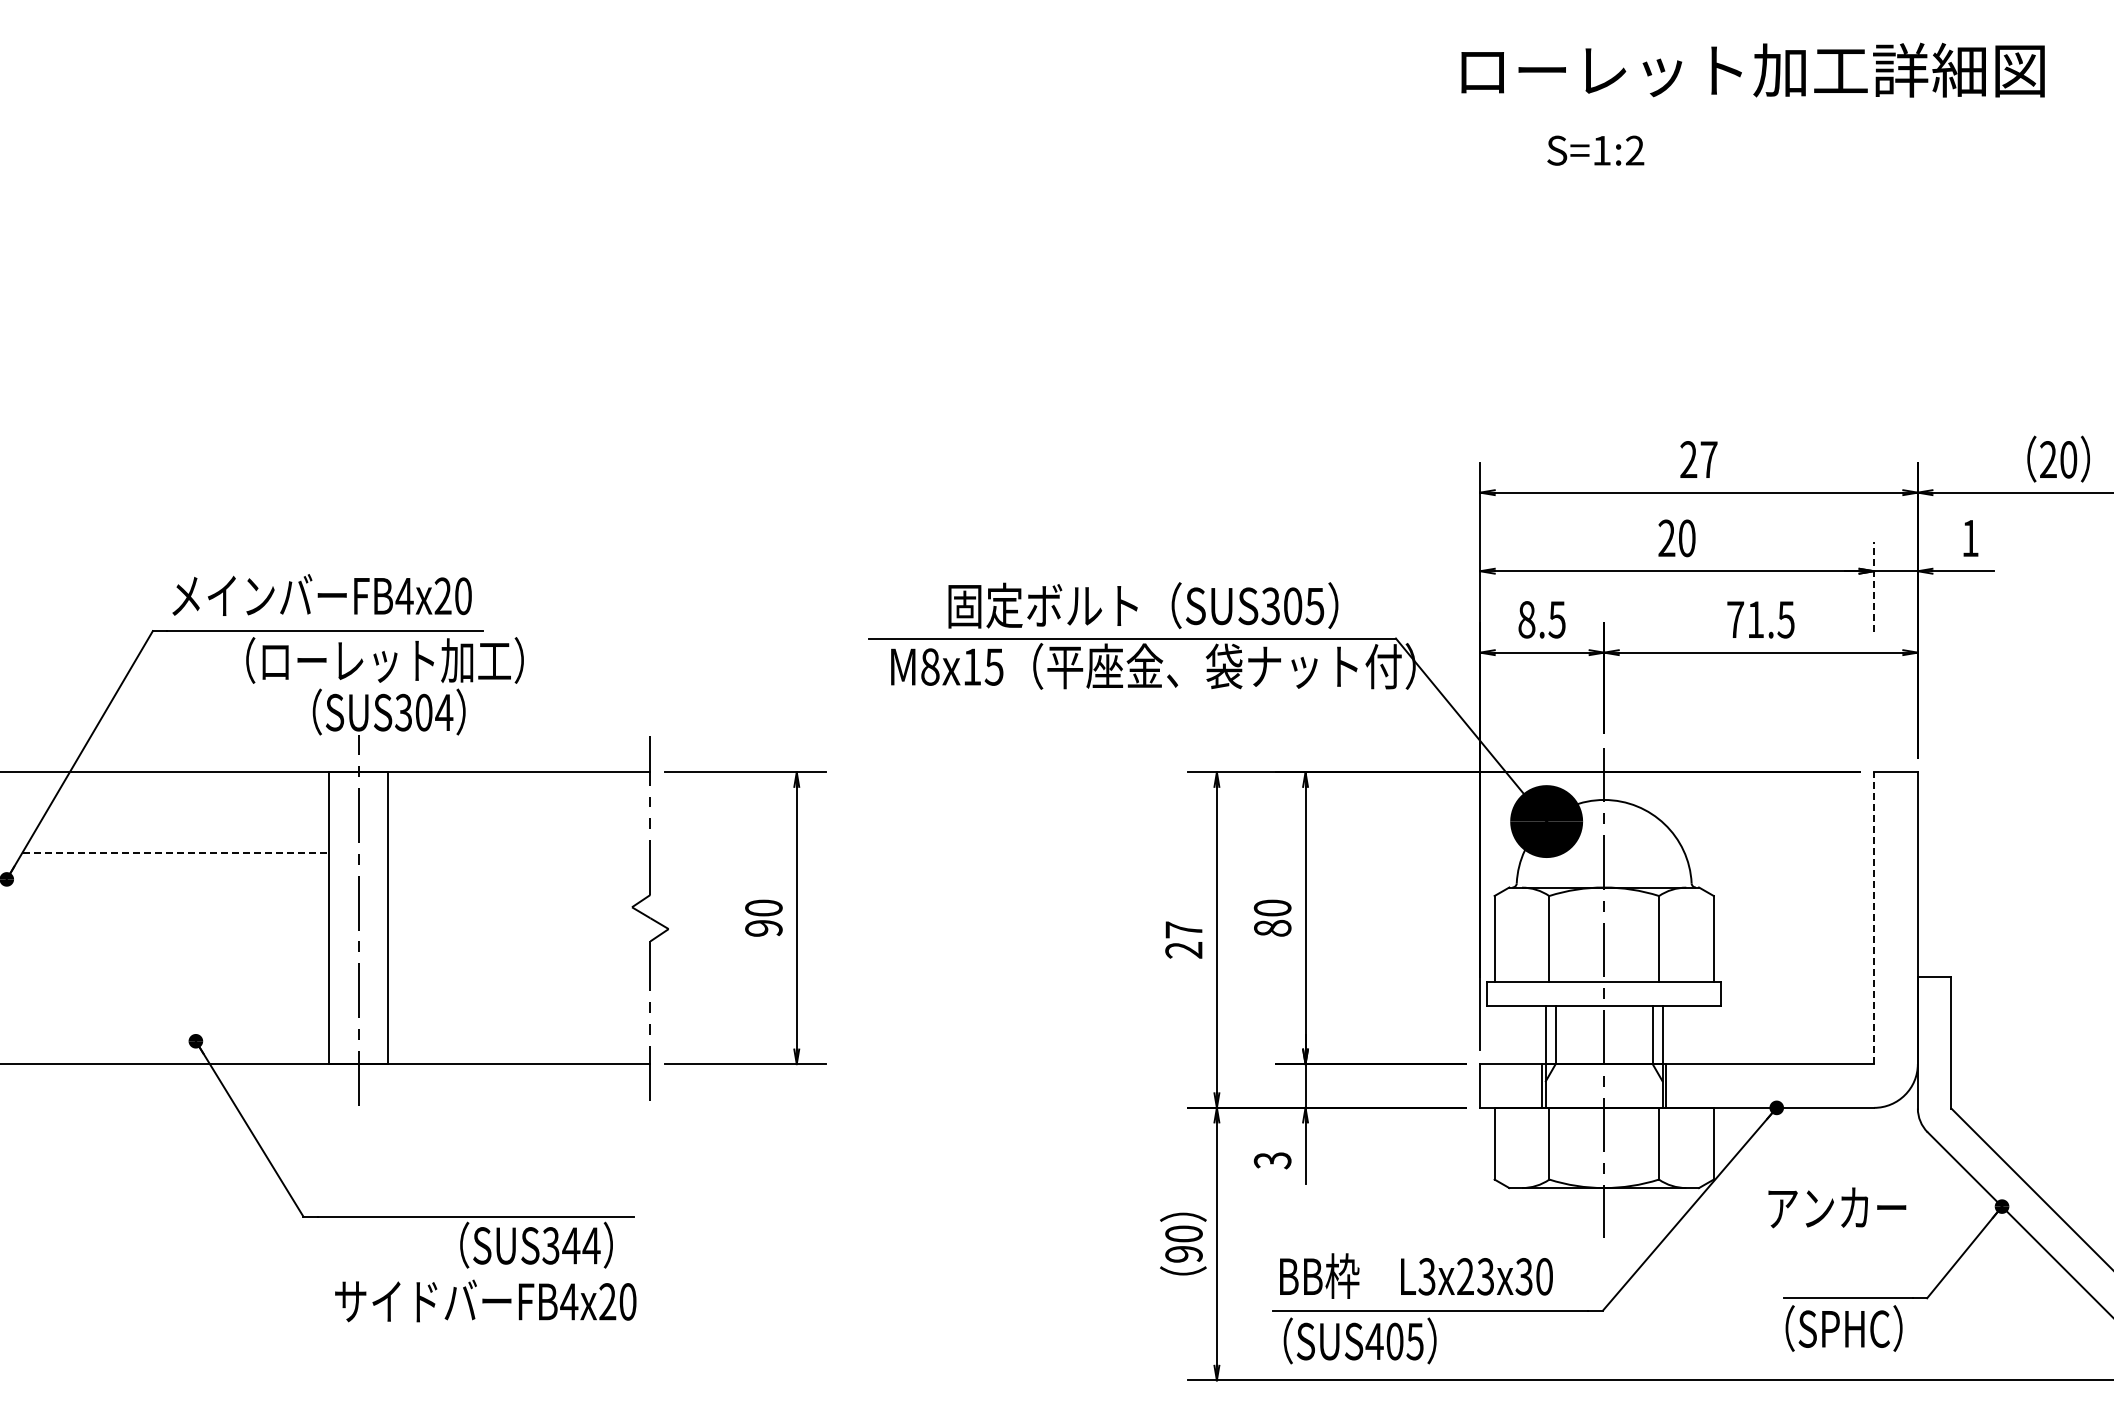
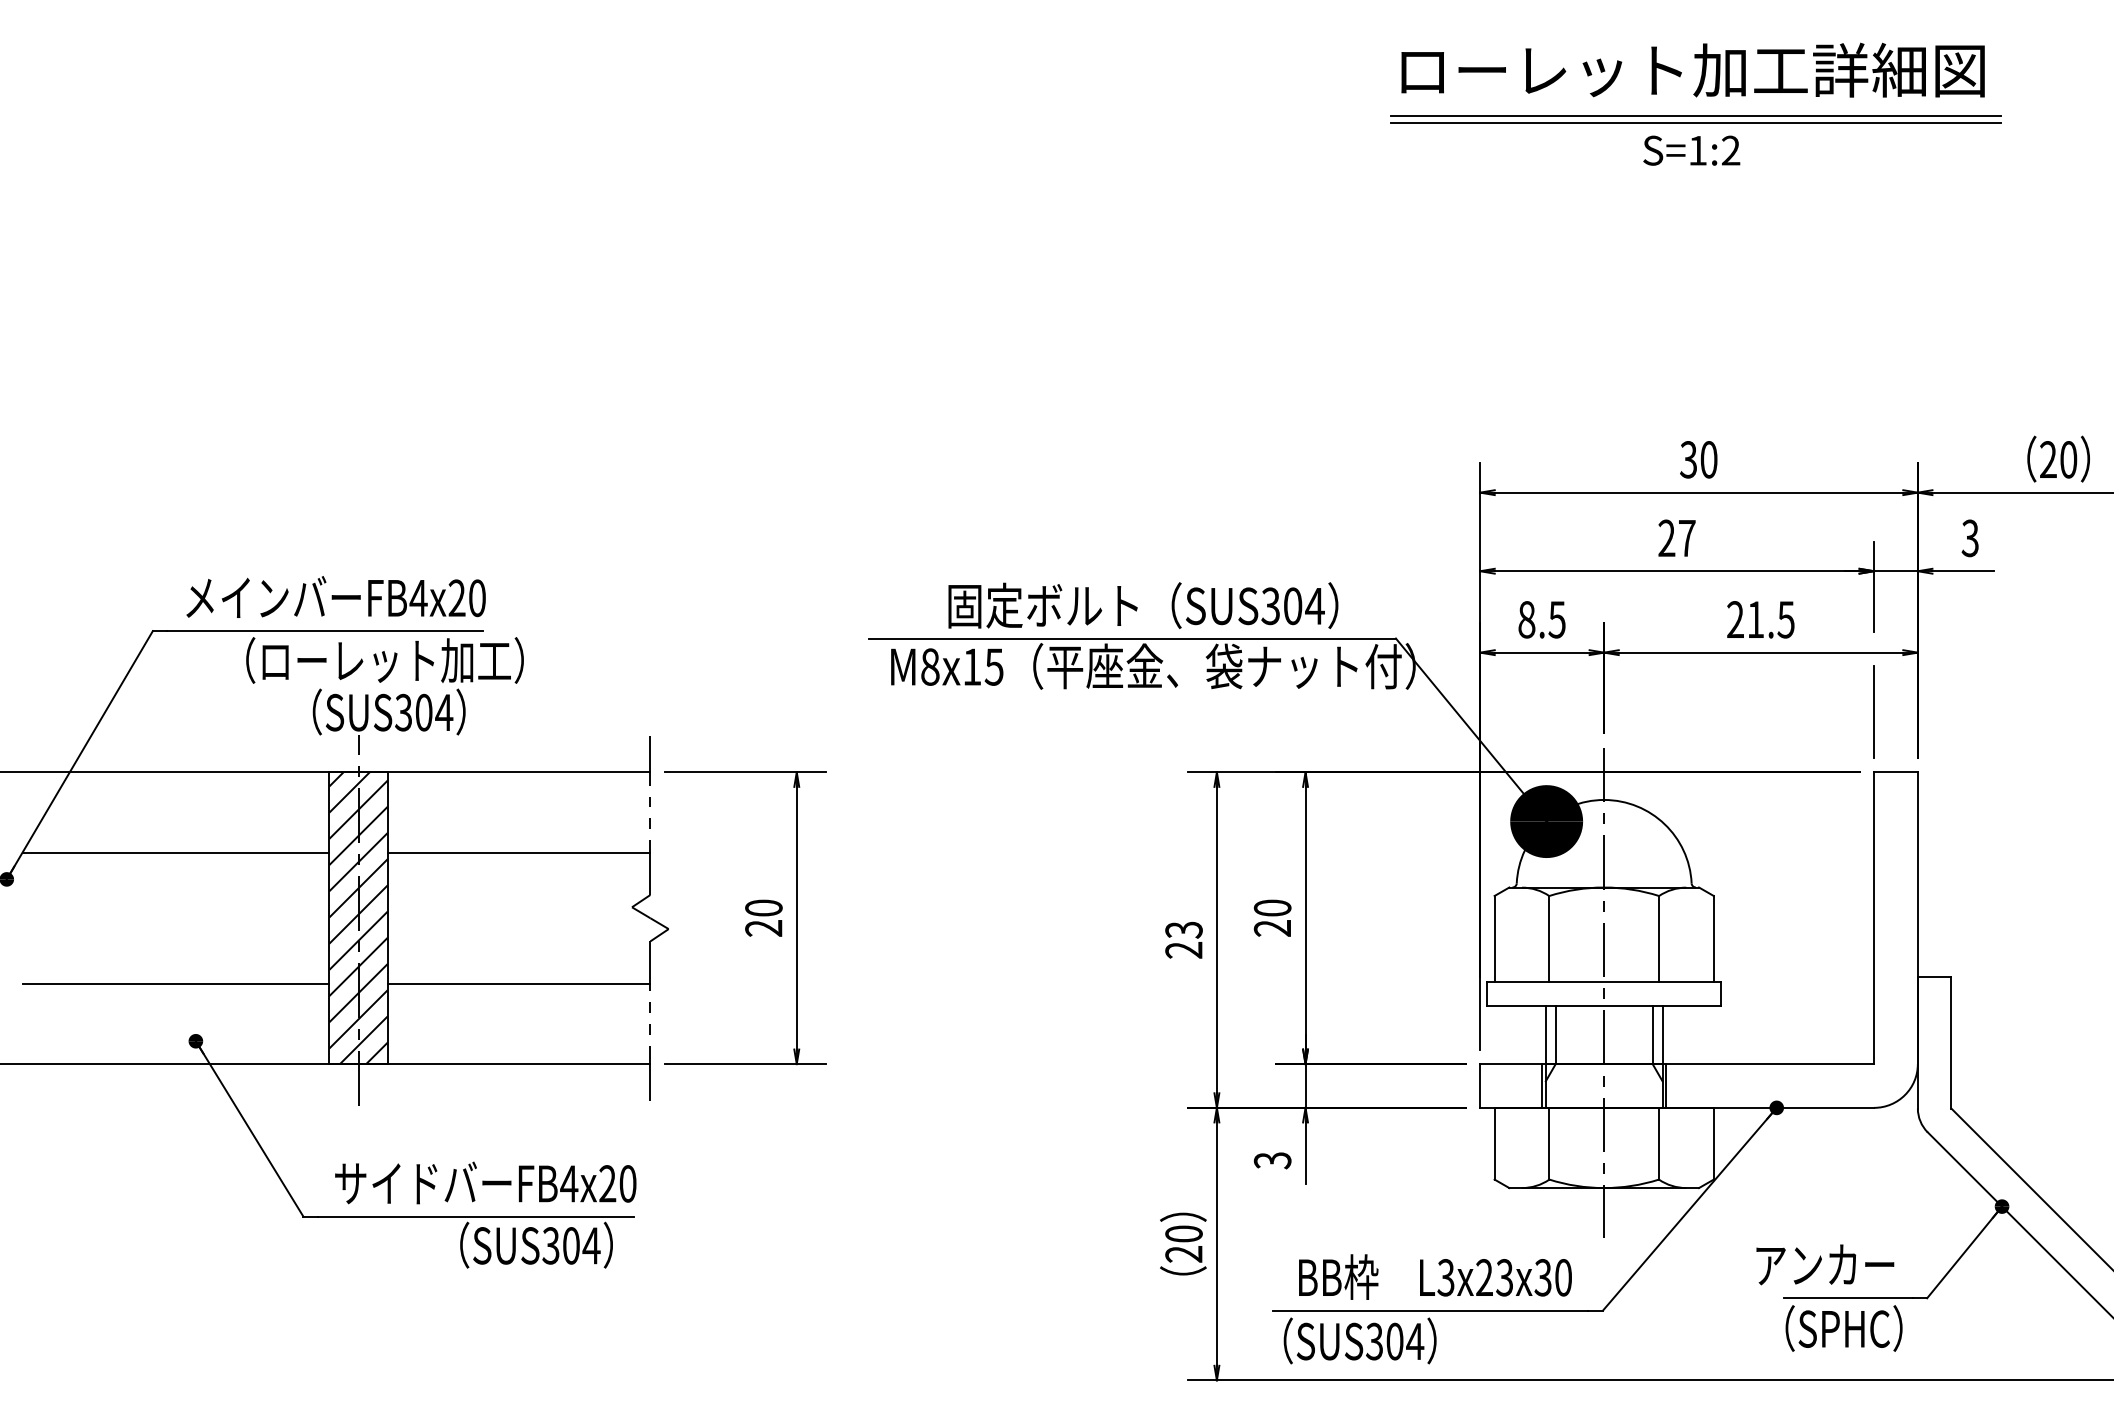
text at (1752, 69) position: (1752, 69) -> (1692, 69)
line at (1696, 115): none -> present
line at (1696, 122): none -> present
text at (1595, 150) position: (1595, 150) -> (1691, 150)
text at (1698, 459): 27 -> 30
text at (1687, 538): 20 -> 27
text at (1969, 538): 1 -> 3
line at (1874, 586): dashed -> solid
text at (321, 594) position: (321, 594) -> (335, 596)
text at (1314, 606): SUS305 -> SUS304
text at (1735, 619): 71.5 -> 21.5
line at (1874, 711): none -> present
line at (176, 852): dashed -> solid
line at (518, 852): none -> present
hatch at (358, 918): none -> present
line at (1874, 918): dashed -> solid
text at (763, 928): 90 -> 20
text at (1272, 928): 80 -> 20
text at (1183, 929): 27 -> 23
line at (176, 983): none -> present
line at (518, 983): none -> present
text at (1837, 1207) position: (1837, 1207) -> (1825, 1264)
text at (571, 1245): SUS344 -> SUS304
text at (1183, 1254): 90 -> 20
text at (1416, 1275) position: (1416, 1275) -> (1435, 1276)
text at (485, 1300) position: (485, 1300) -> (485, 1182)
text at (1394, 1341): SUS405 -> SUS304
